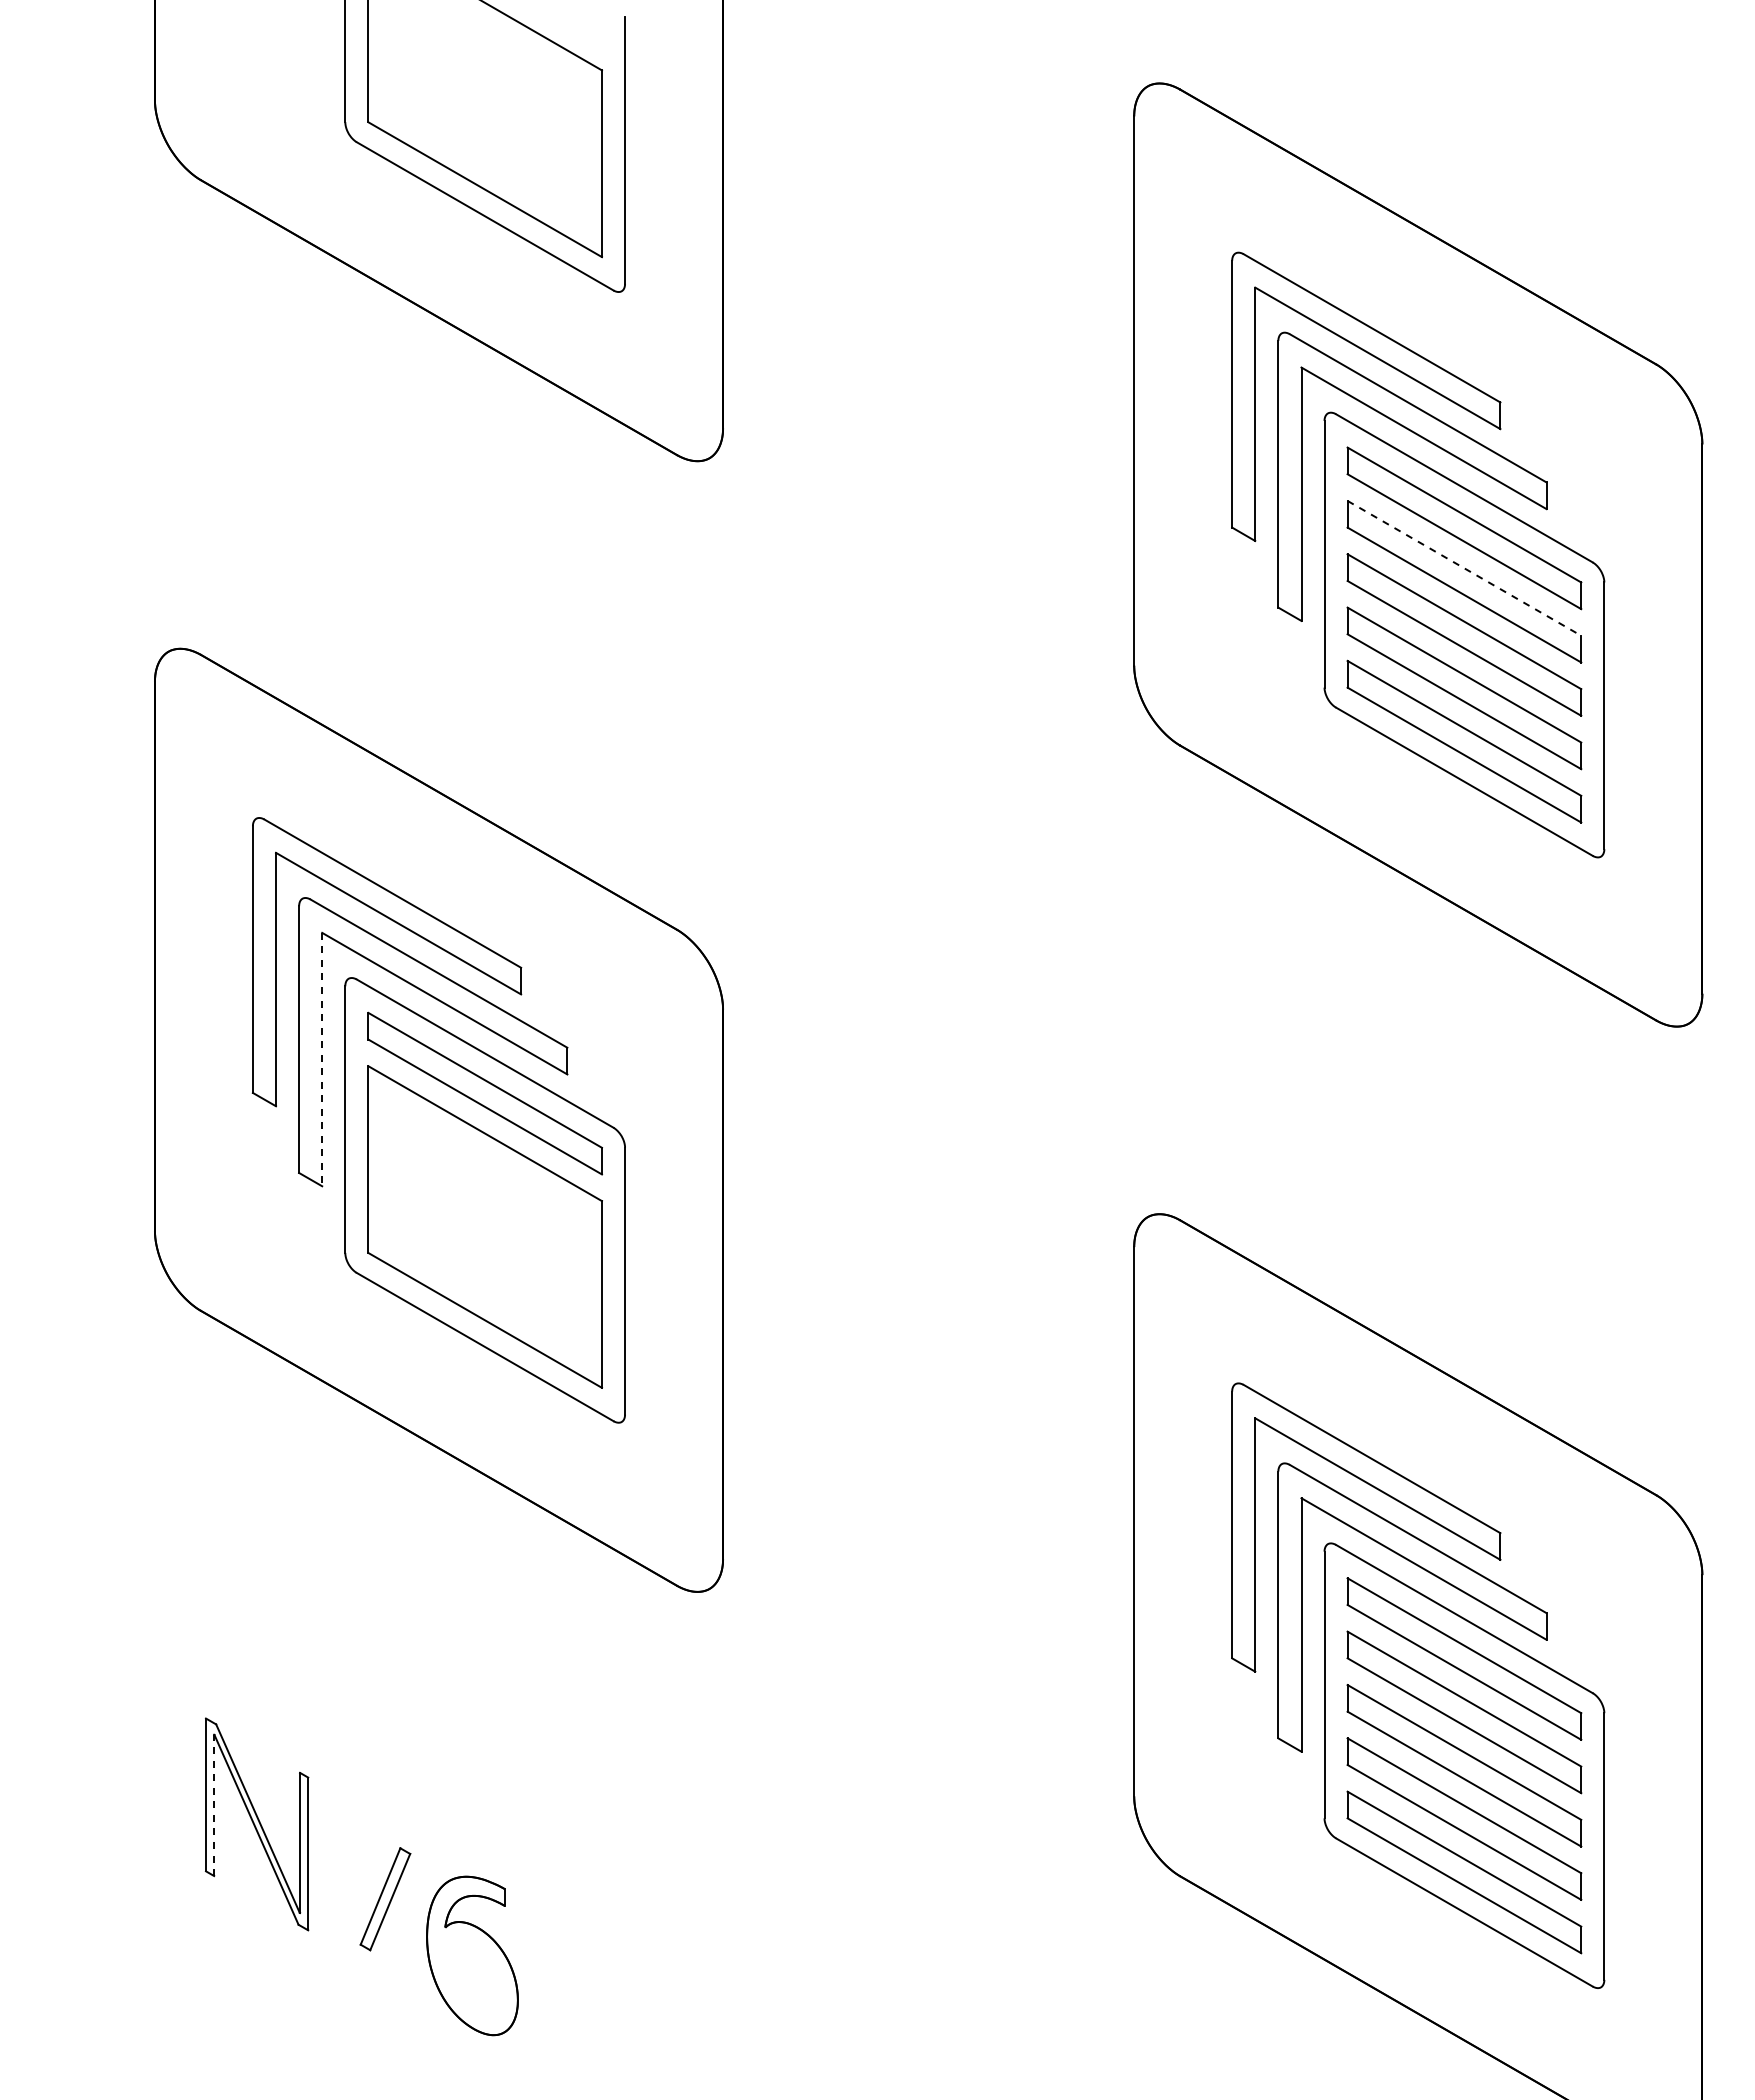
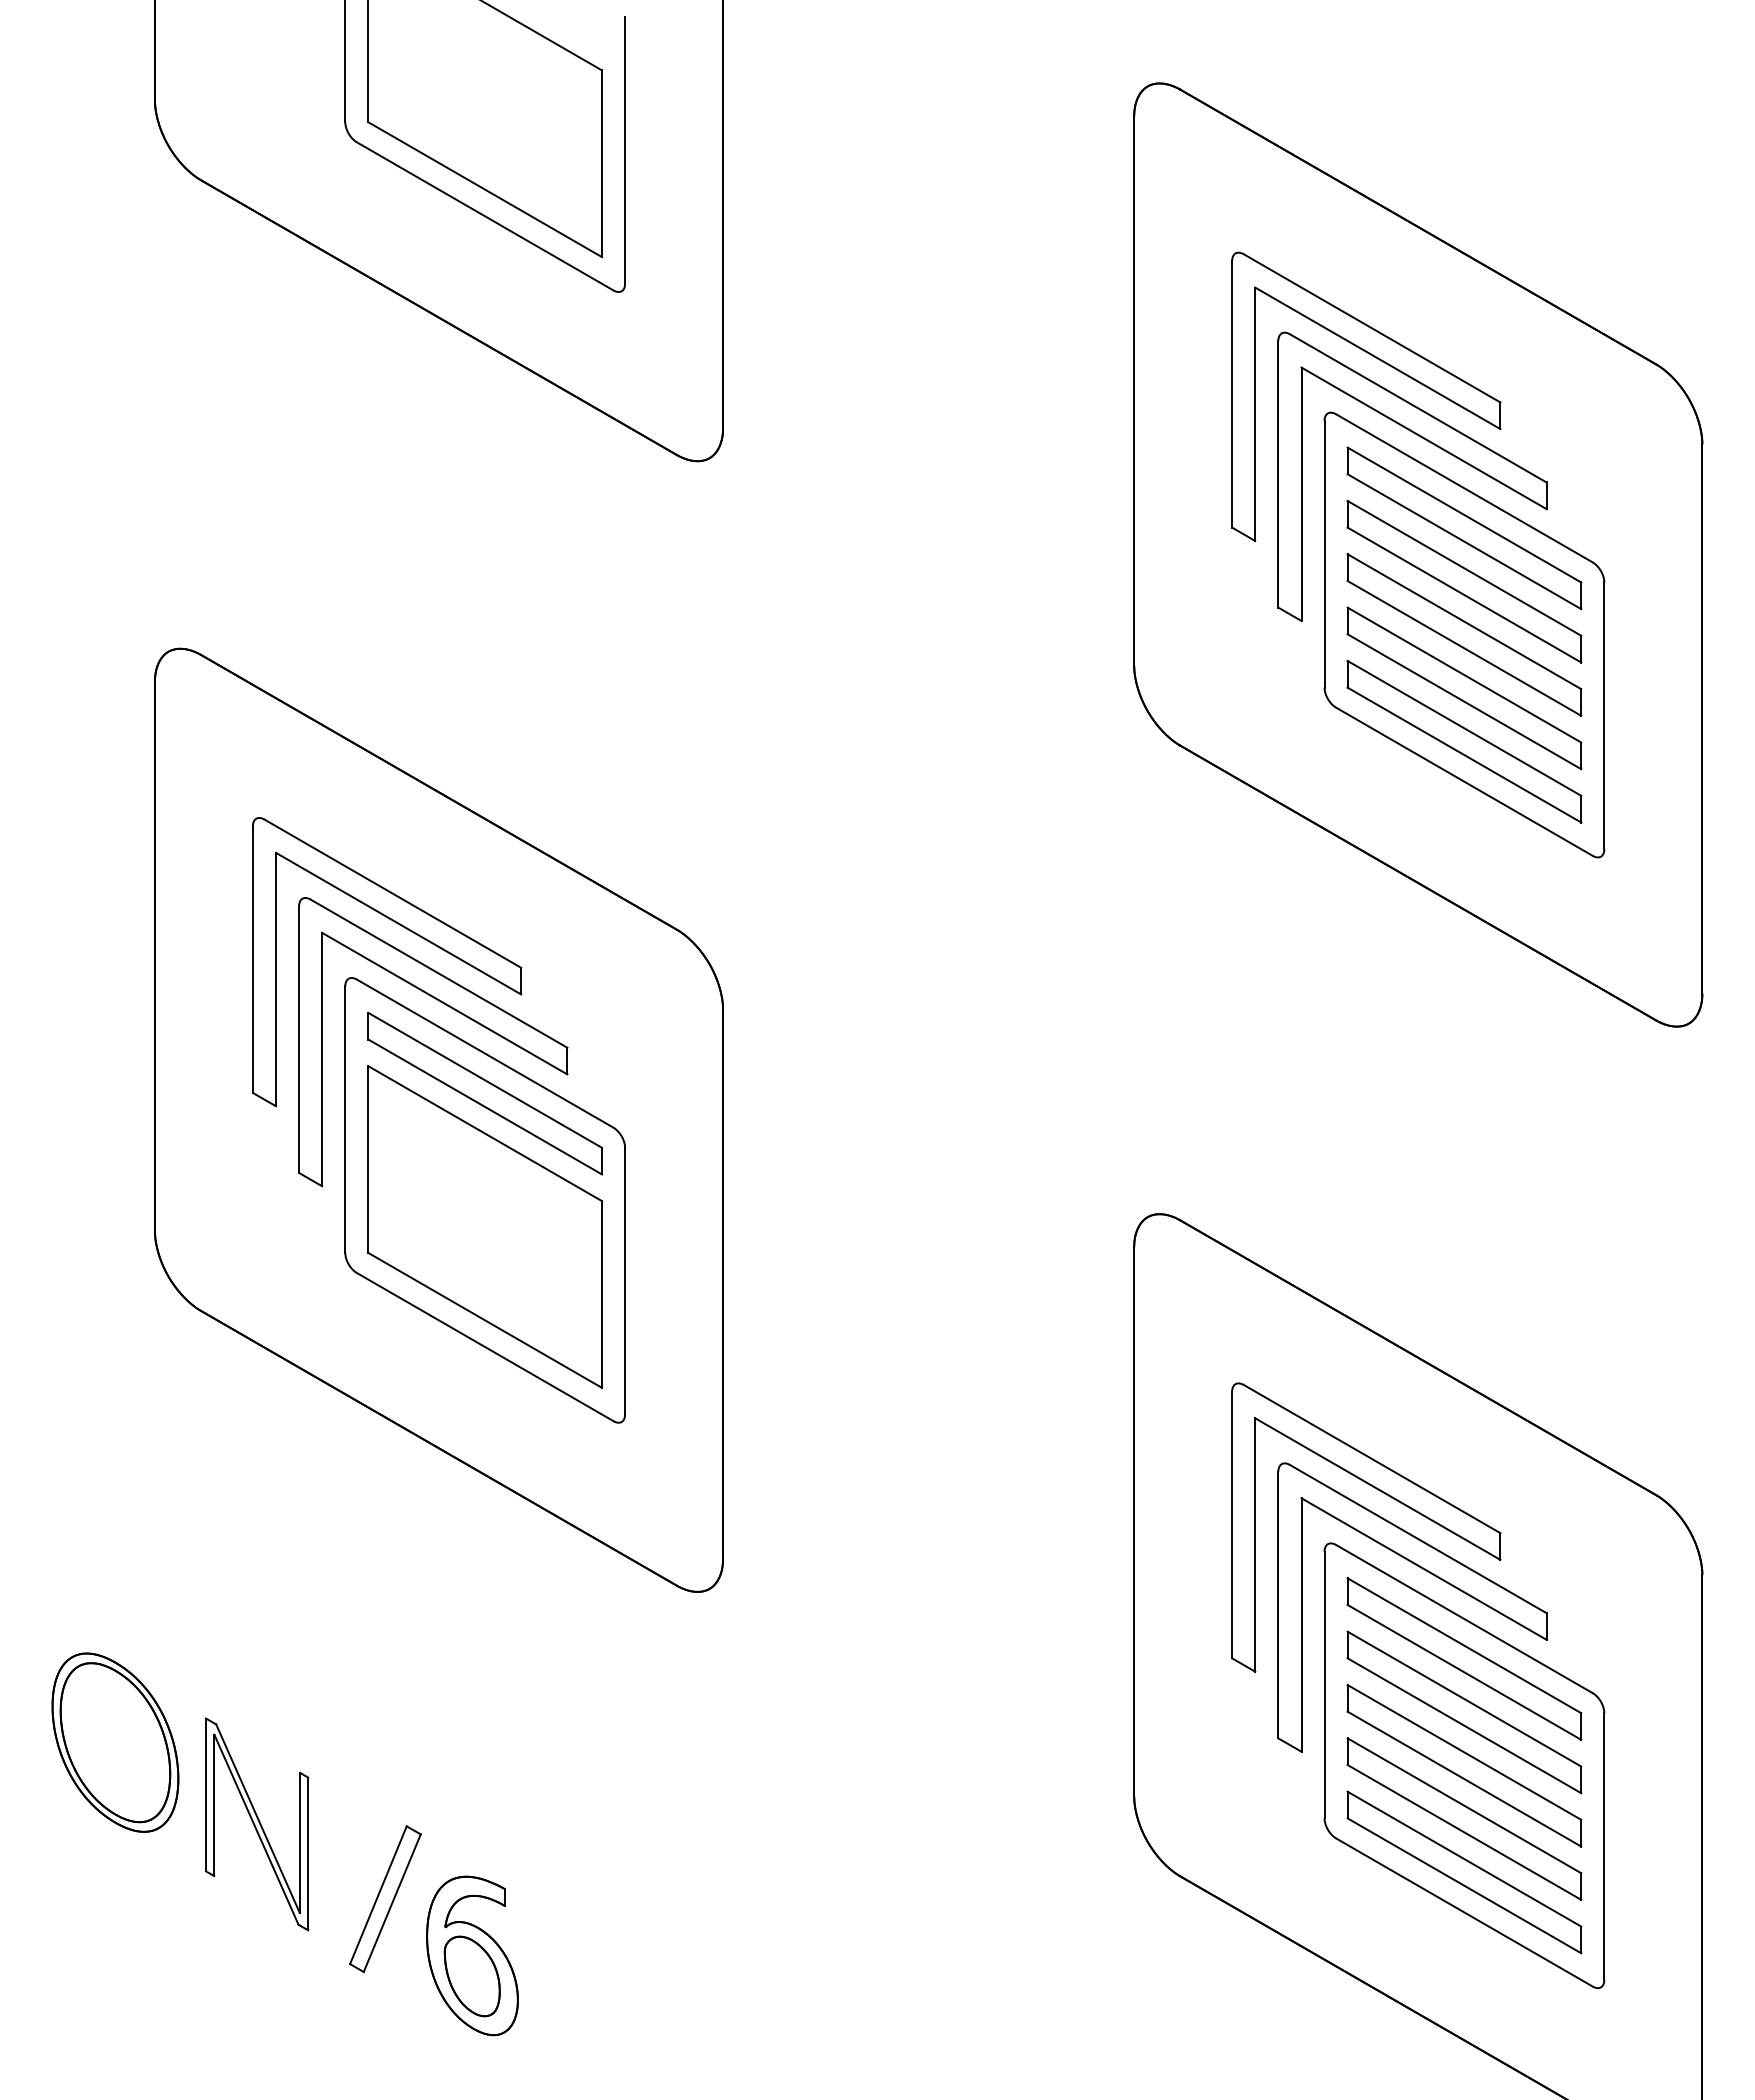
line at (1464, 568): dashed -> solid
line at (322, 1059): dashed -> solid
part at (115, 1742): none -> present
line at (214, 1805): dashed -> solid
part at (385, 1899) size: 53x105 px -> 73x149 px
part at (471, 1976): none -> present
